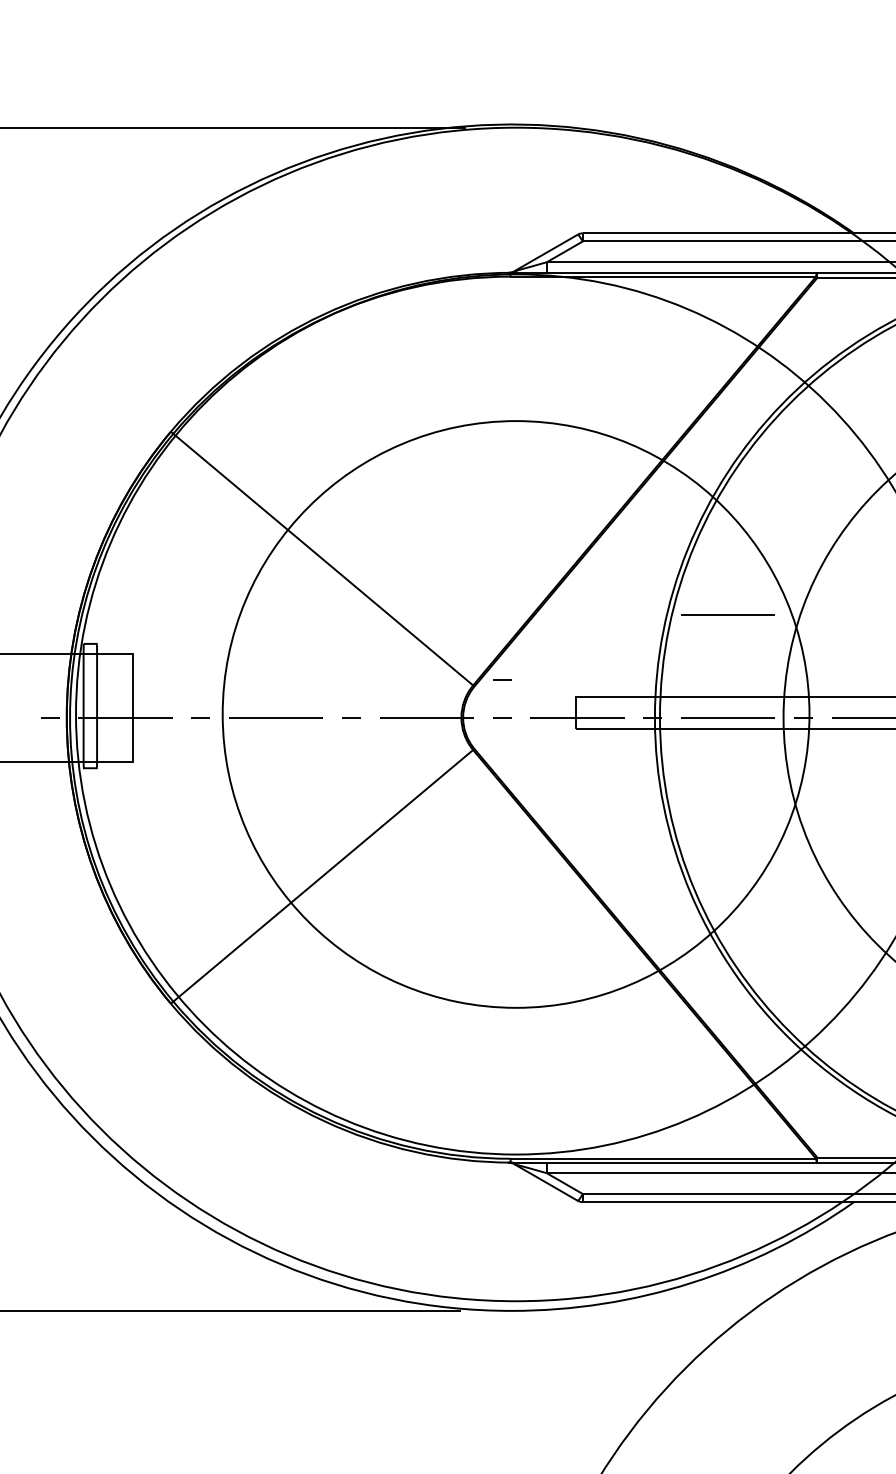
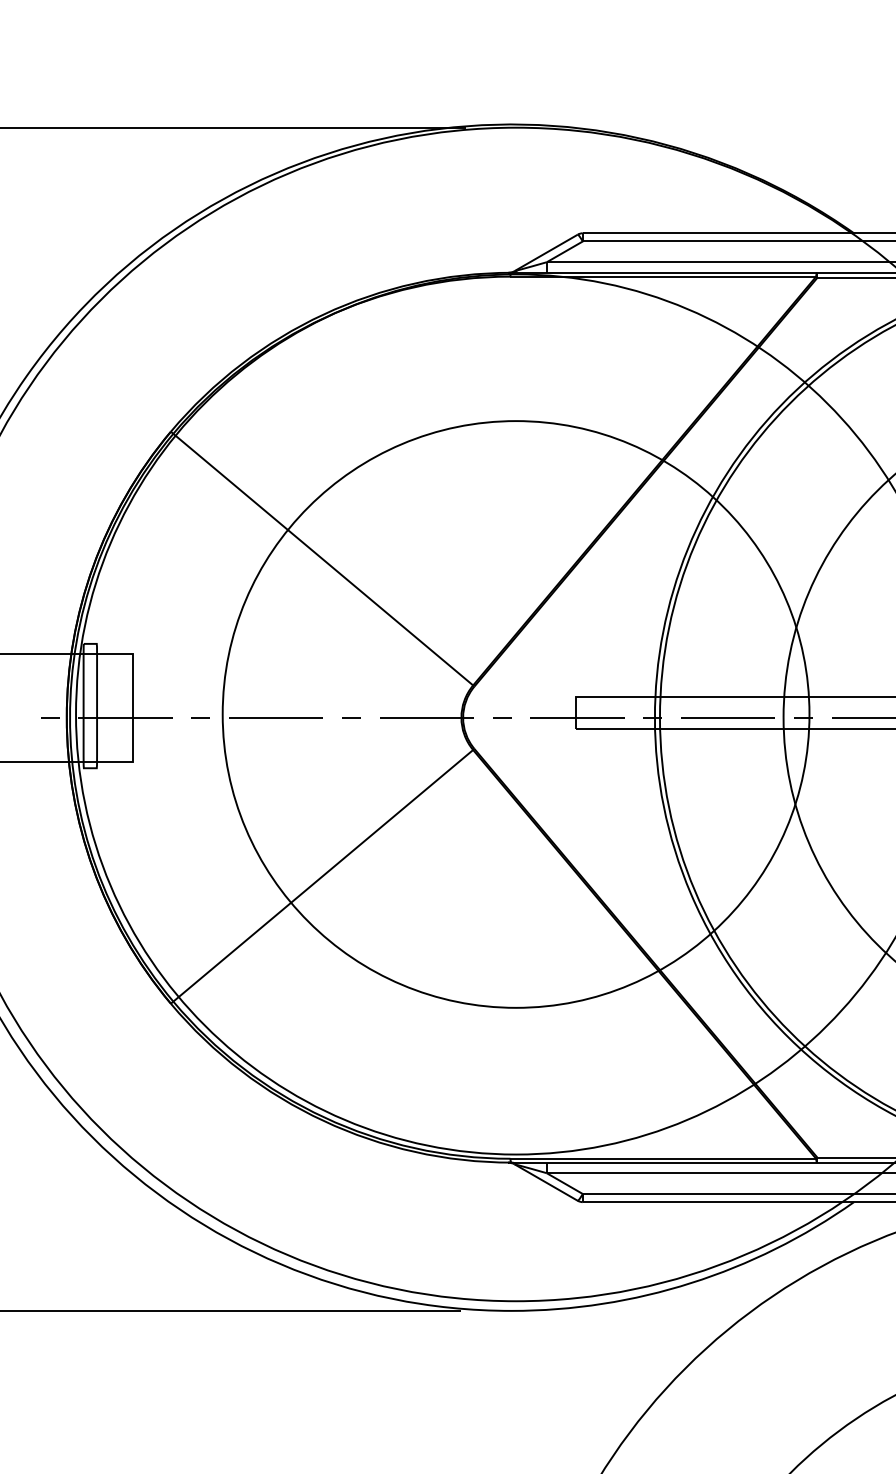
line at (727, 614): present -> none
line at (502, 679): present -> none
